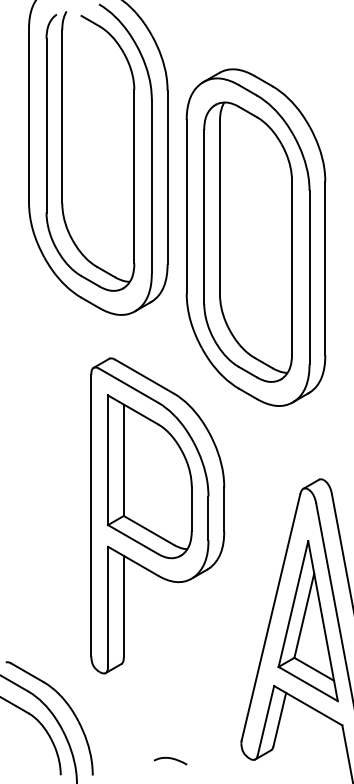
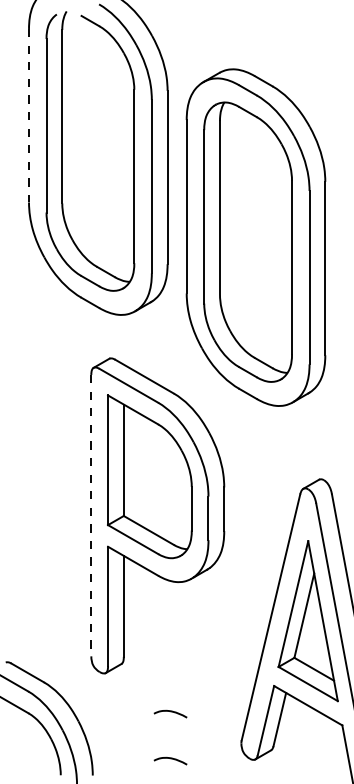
line at (29, 115): solid -> dashed
line at (91, 515): solid -> dashed
curve at (170, 712): none -> present
